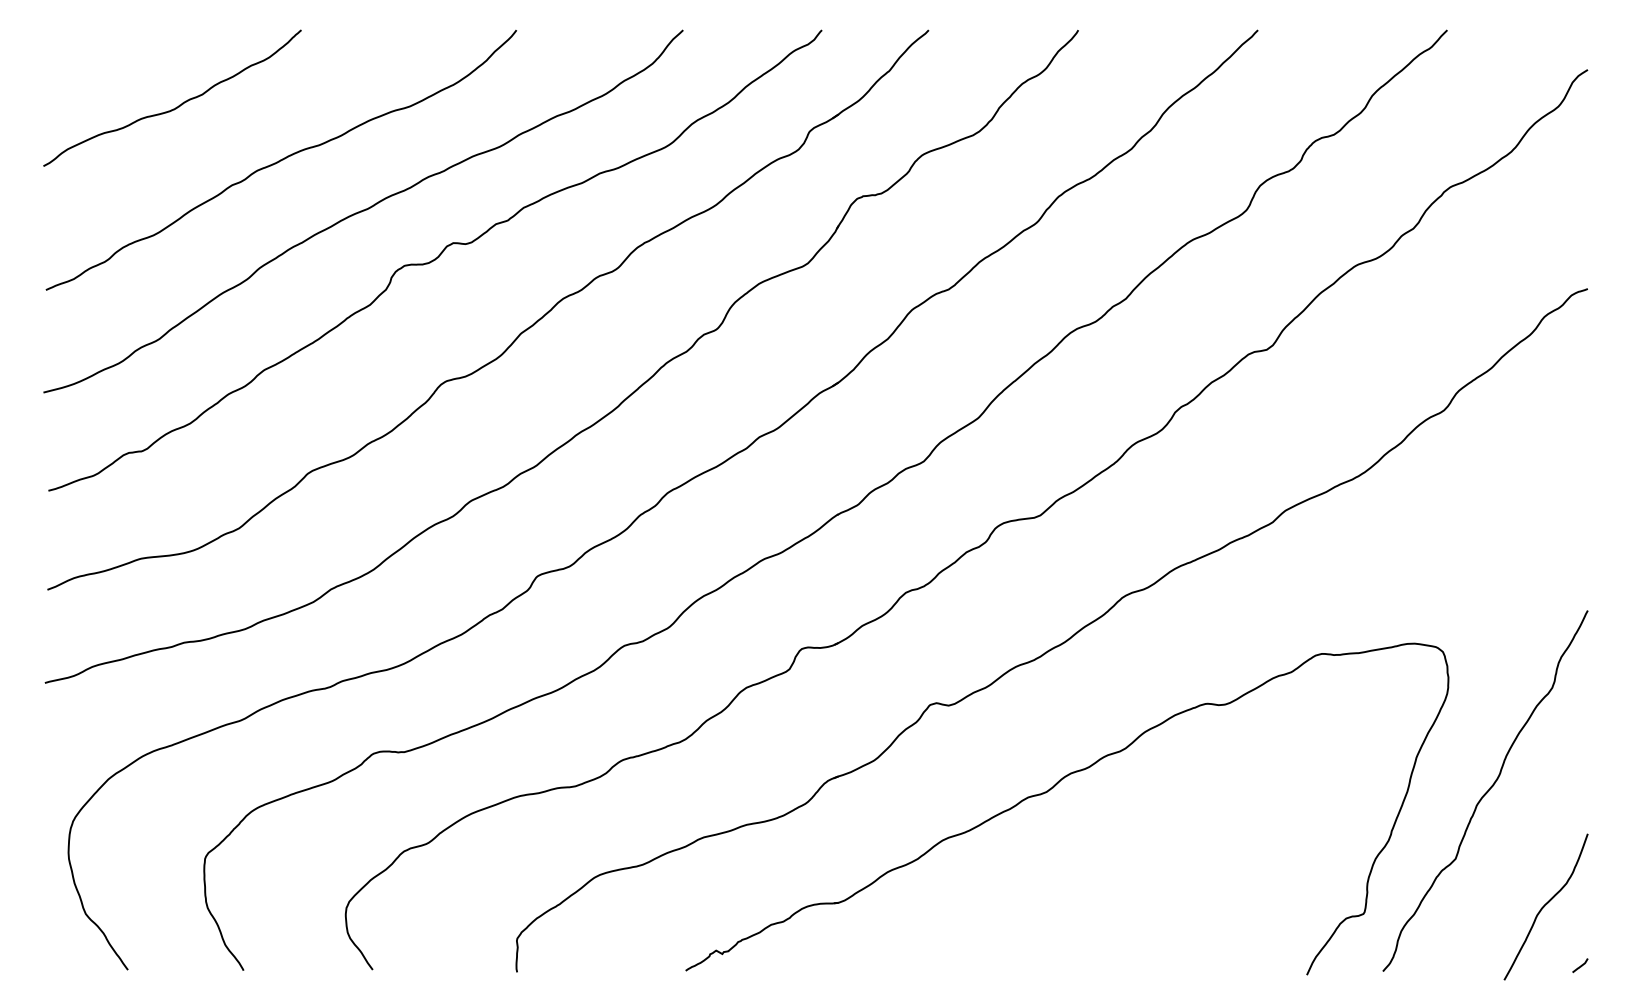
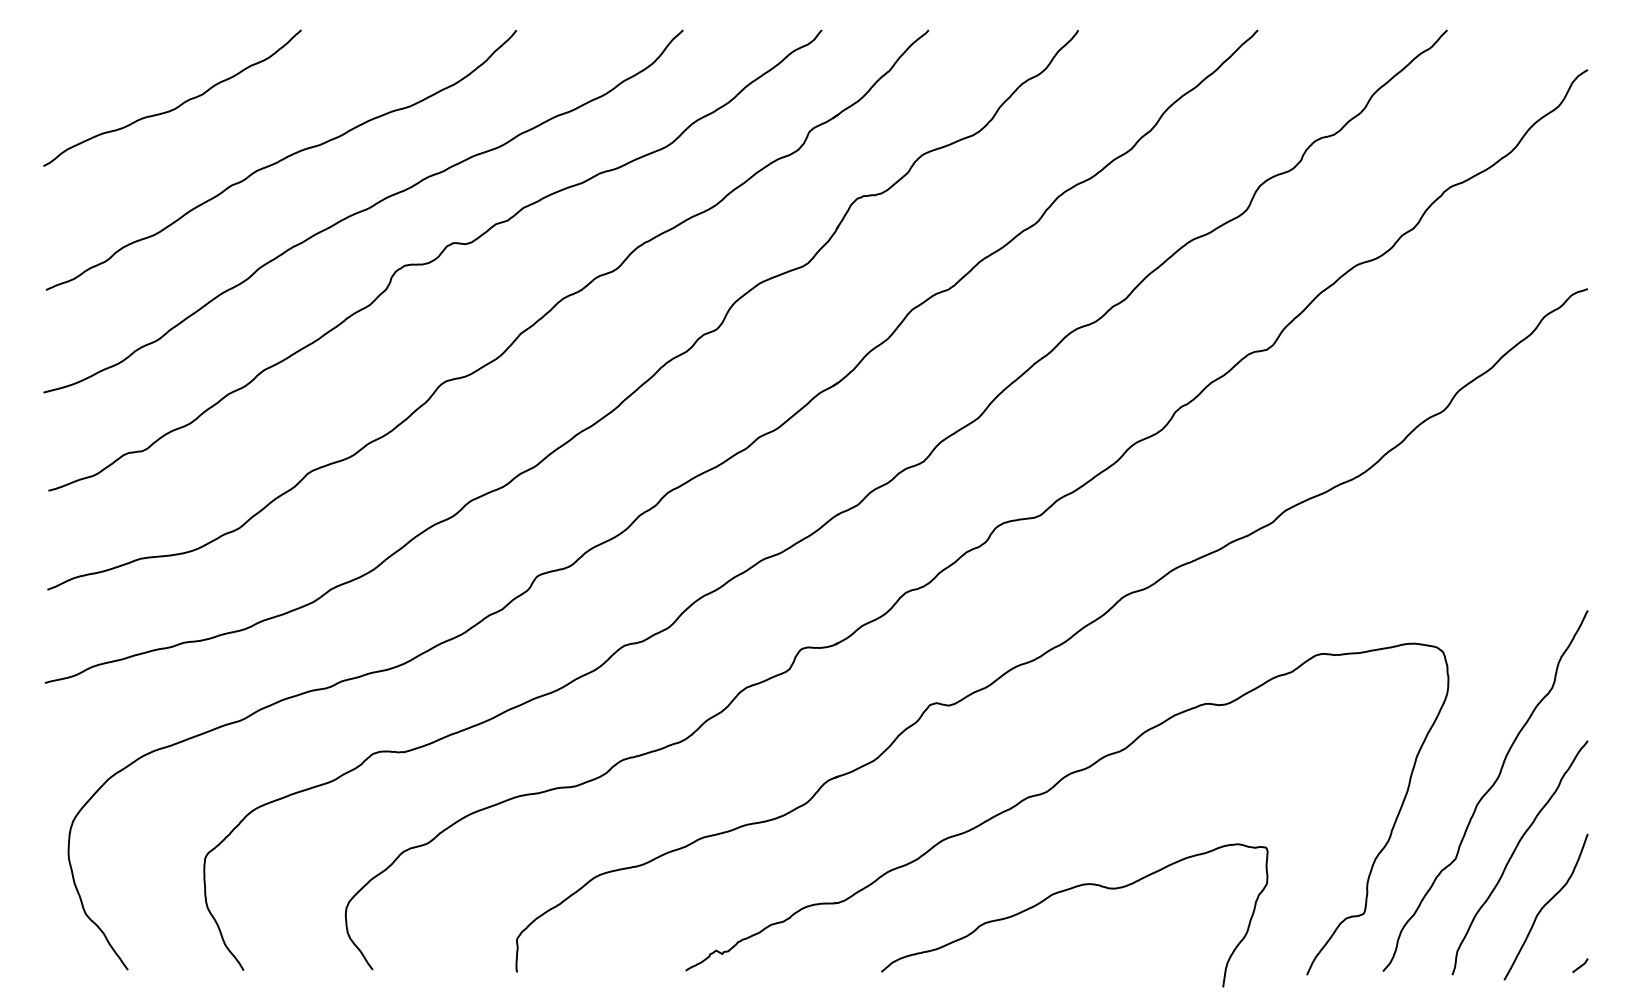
curve at (1514, 853): none -> present
curve at (1065, 891): none -> present
